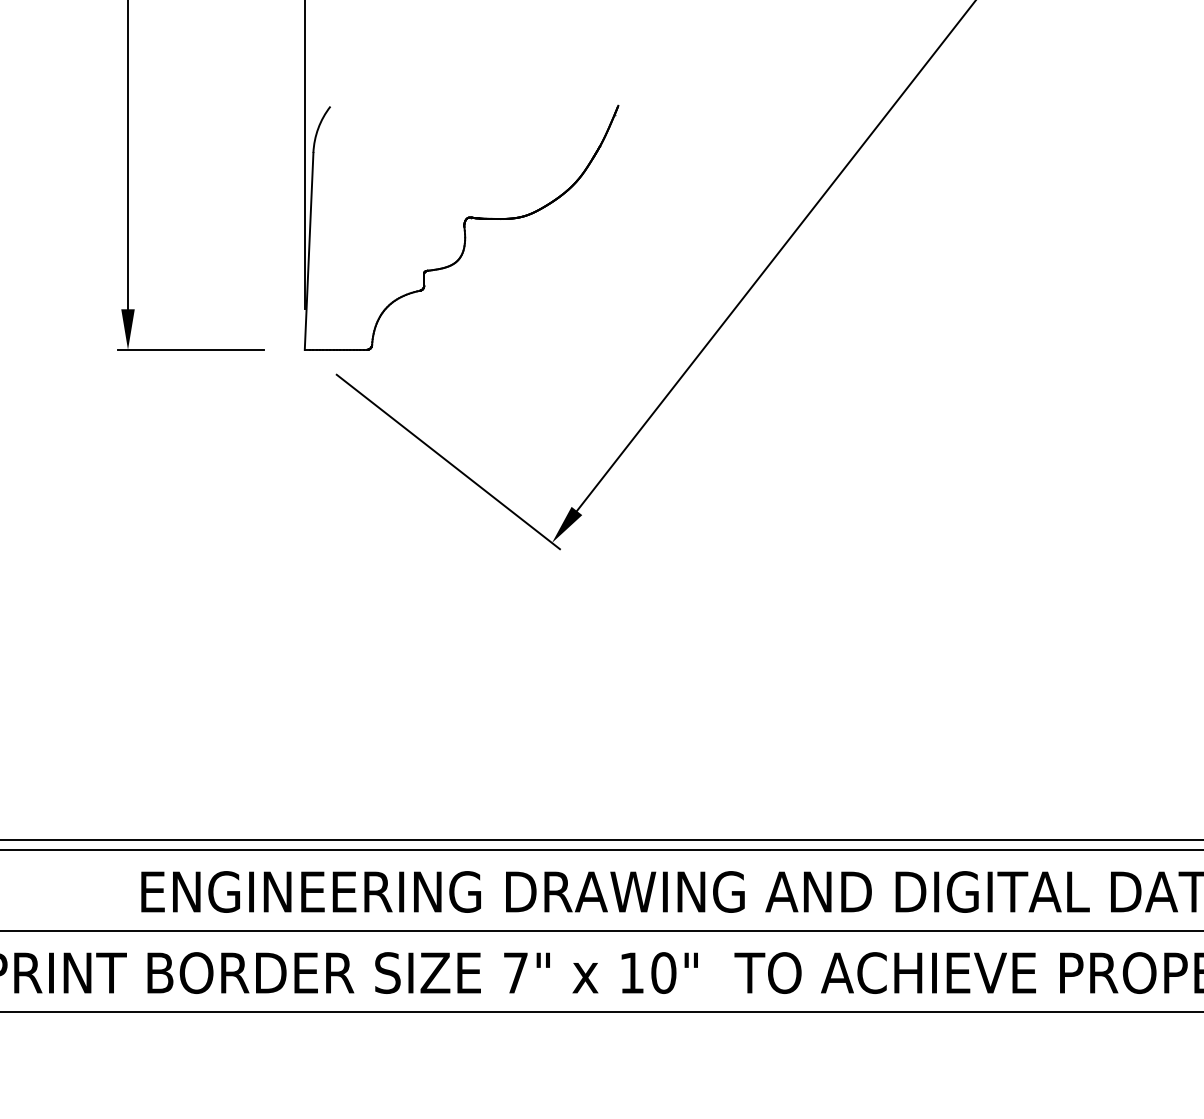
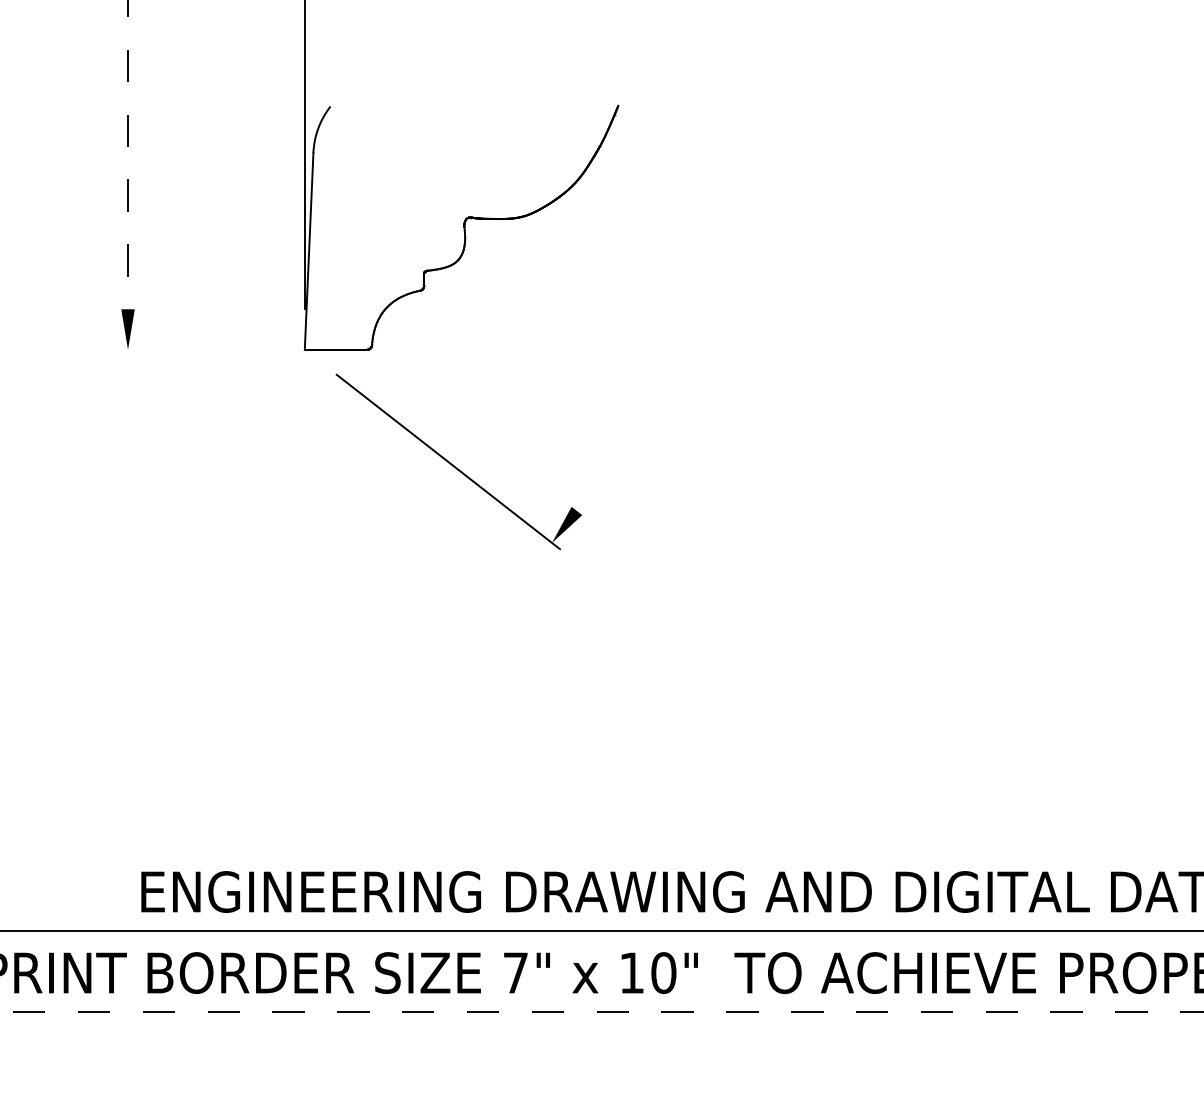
line at (128, 155): solid -> dashed
line at (775, 256): present -> none
line at (190, 349): present -> none
line at (601, 840): present -> none
line at (601, 850): present -> none
line at (602, 1012): solid -> dashed
